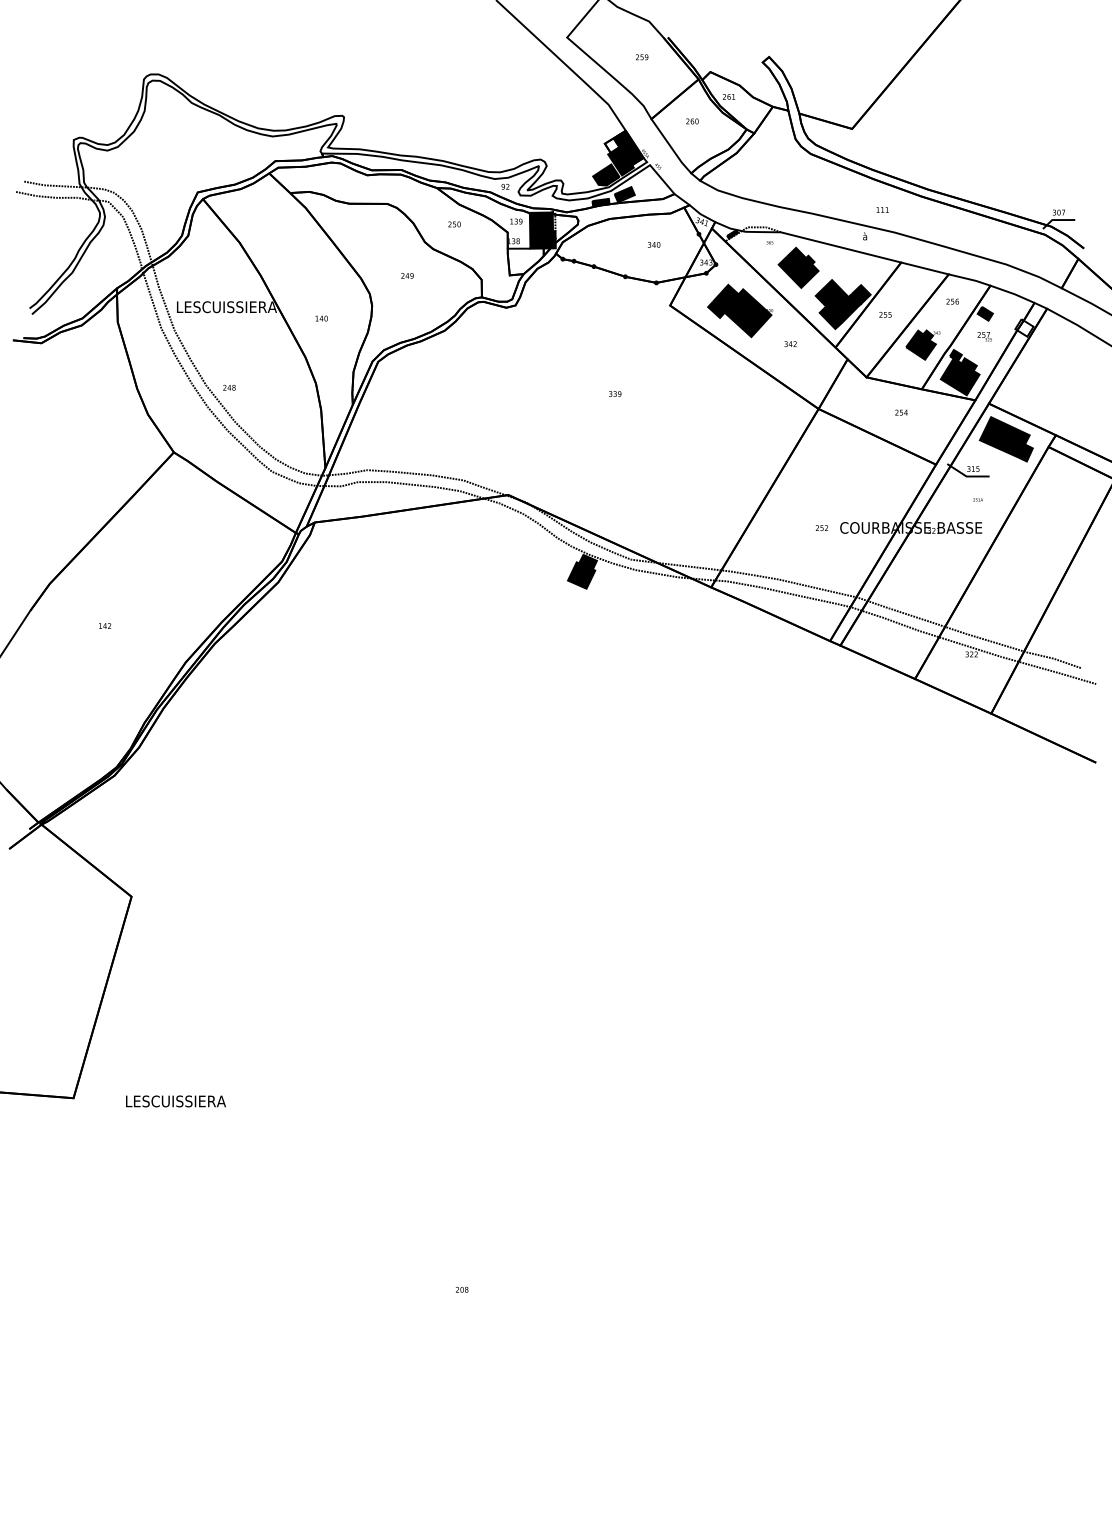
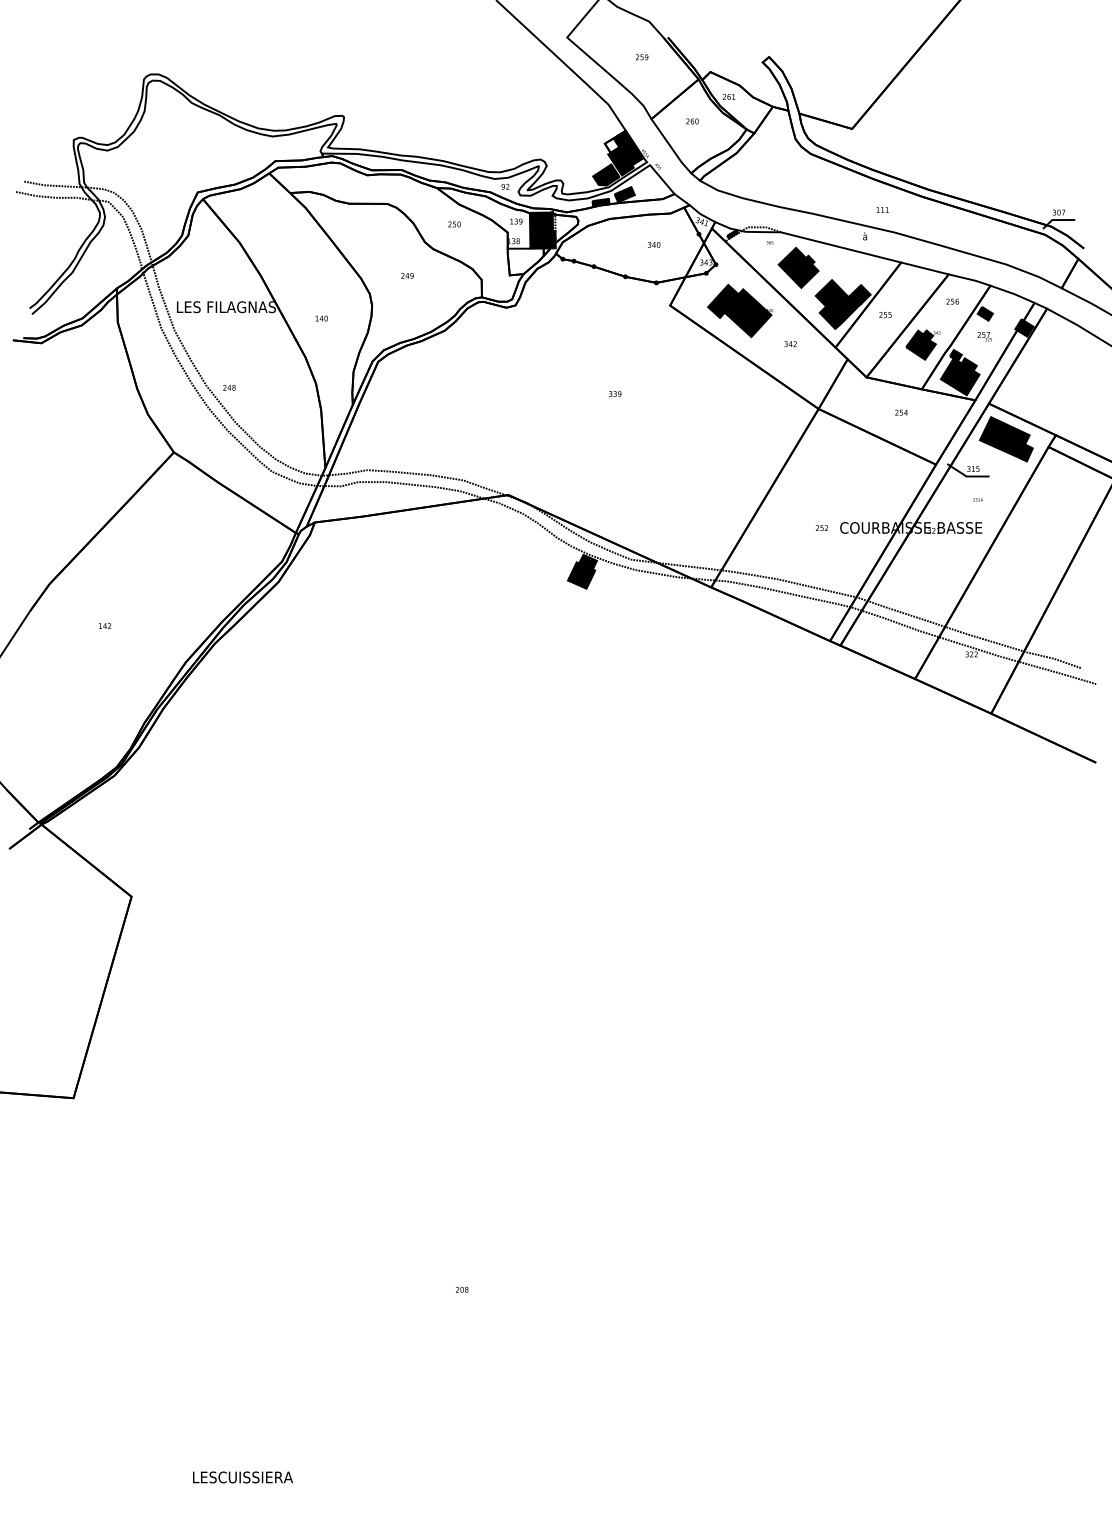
text at (239, 307): LESCUISSIERA -> LES FILAGNAS
fill at (1024, 327): none -> present
text at (175, 1101) position: (175, 1101) -> (242, 1477)
